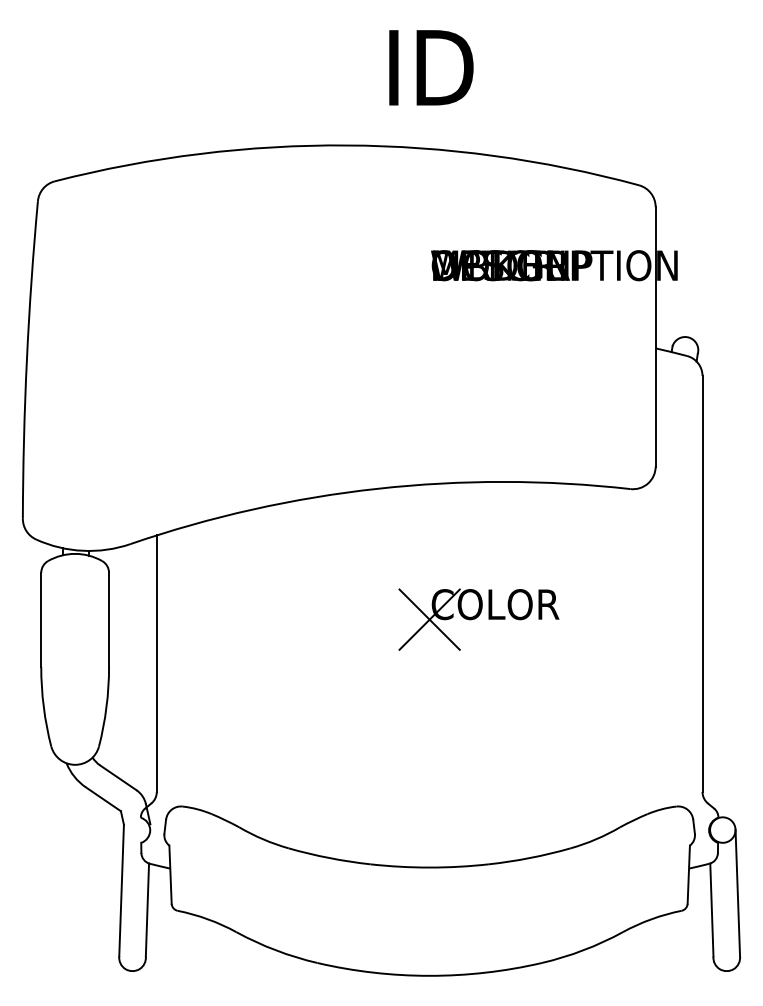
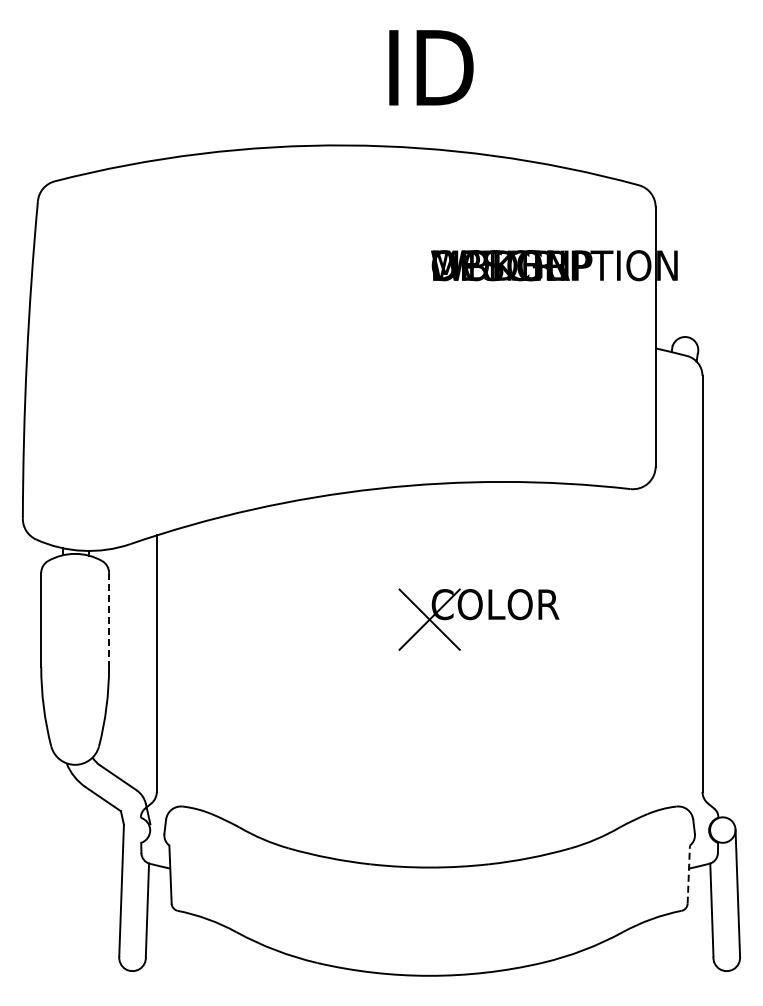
line at (109, 620): solid -> dashed
line at (688, 874): solid -> dashed
